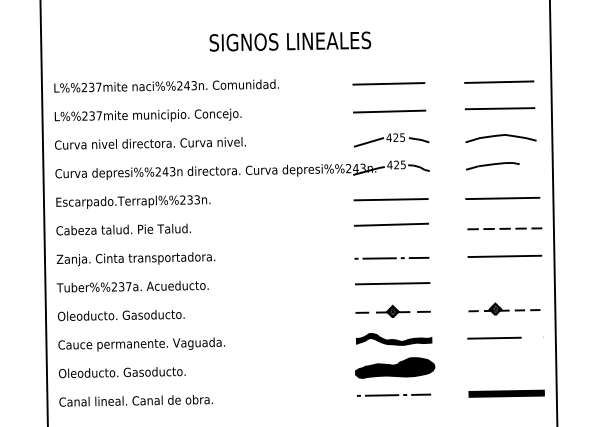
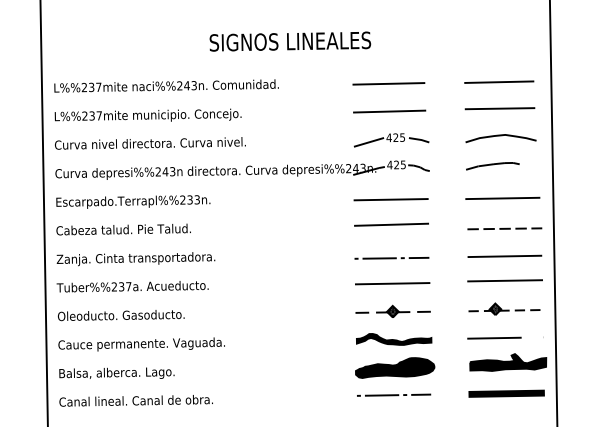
line at (505, 280): none -> present
part at (508, 362): none -> present
text at (121, 372): Oleoducto. Gasoducto. -> Balsa, alberca. Lago.
